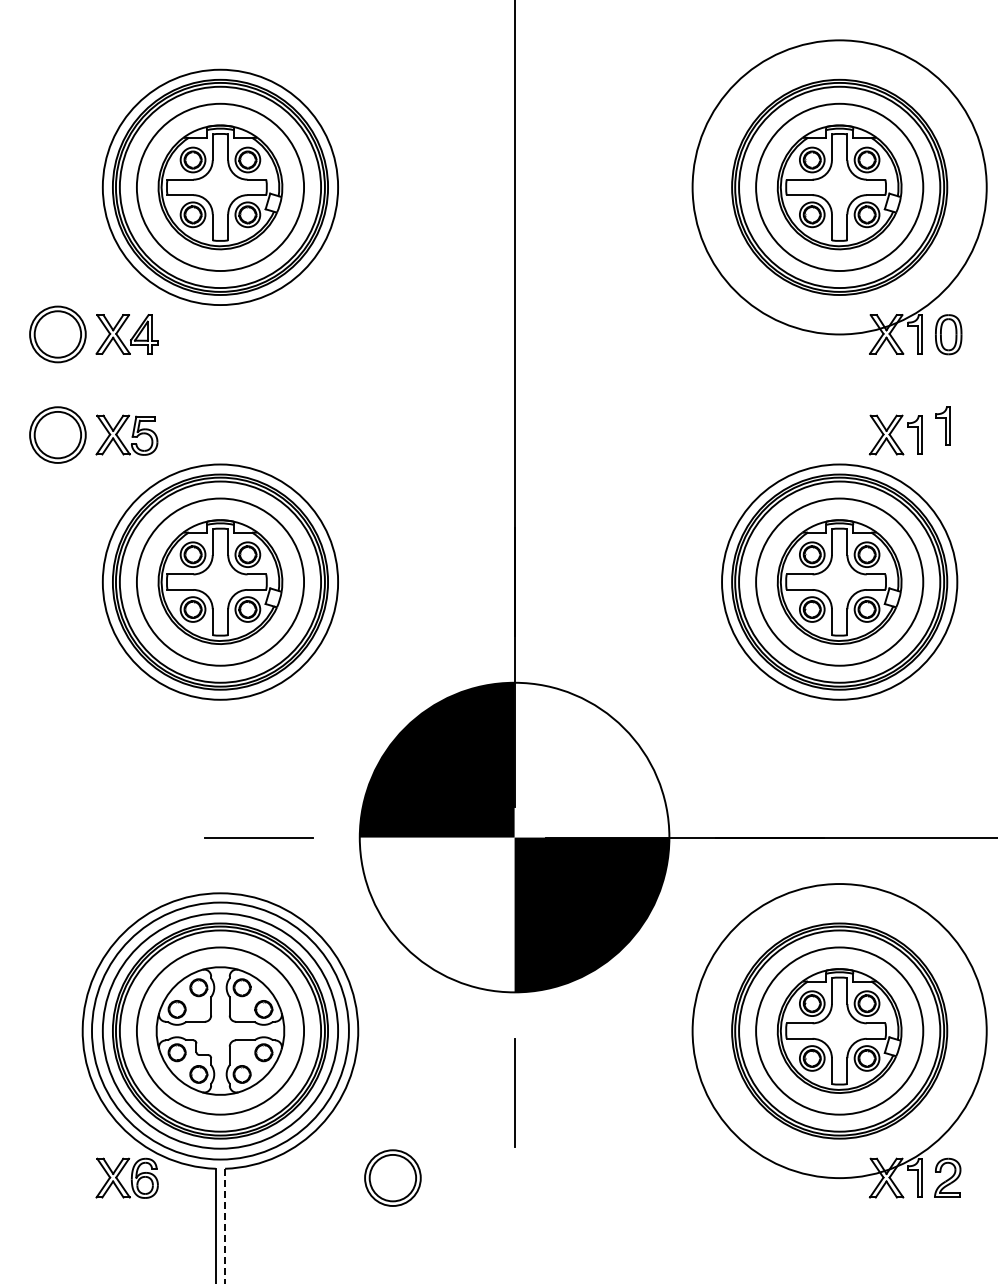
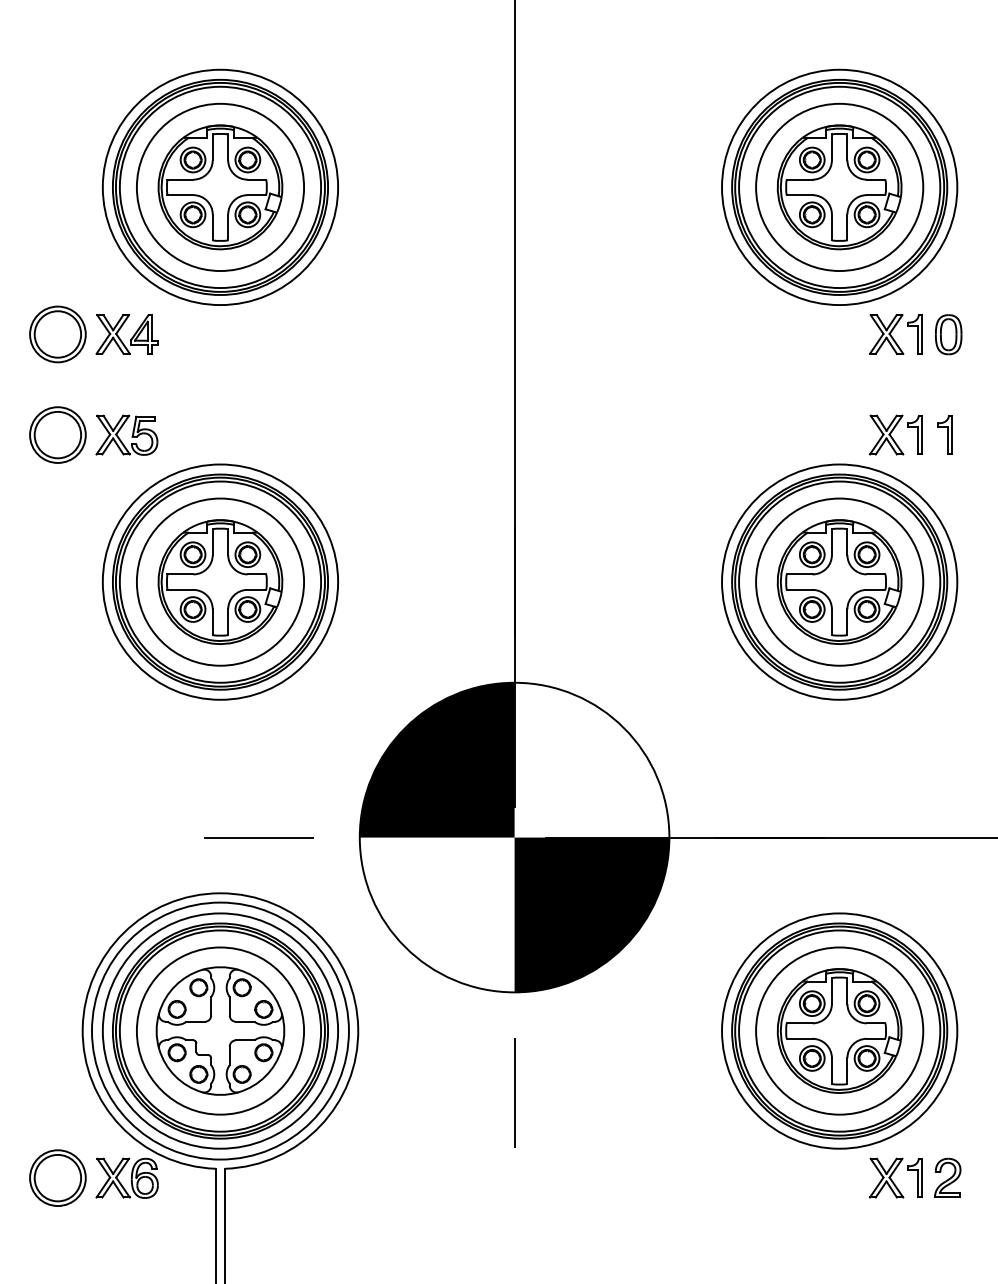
circle at (839, 187) diameter: 294 px -> 235 px
part at (942, 425) position: (942, 425) -> (944, 434)
circle at (839, 1031) diameter: 294 px -> 235 px
part at (392, 1177) position: (392, 1177) -> (57, 1177)
line at (225, 1226): dashed -> solid
